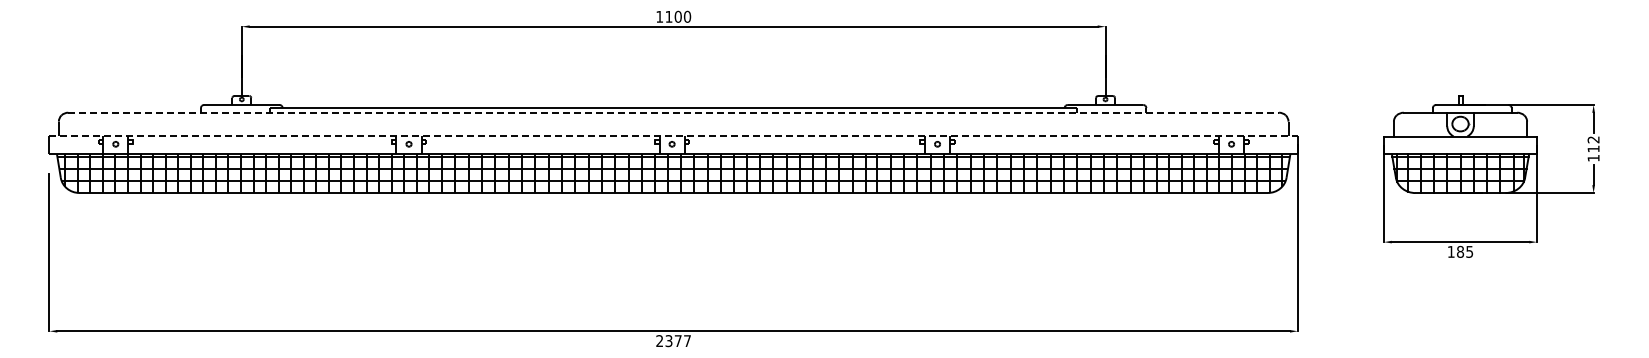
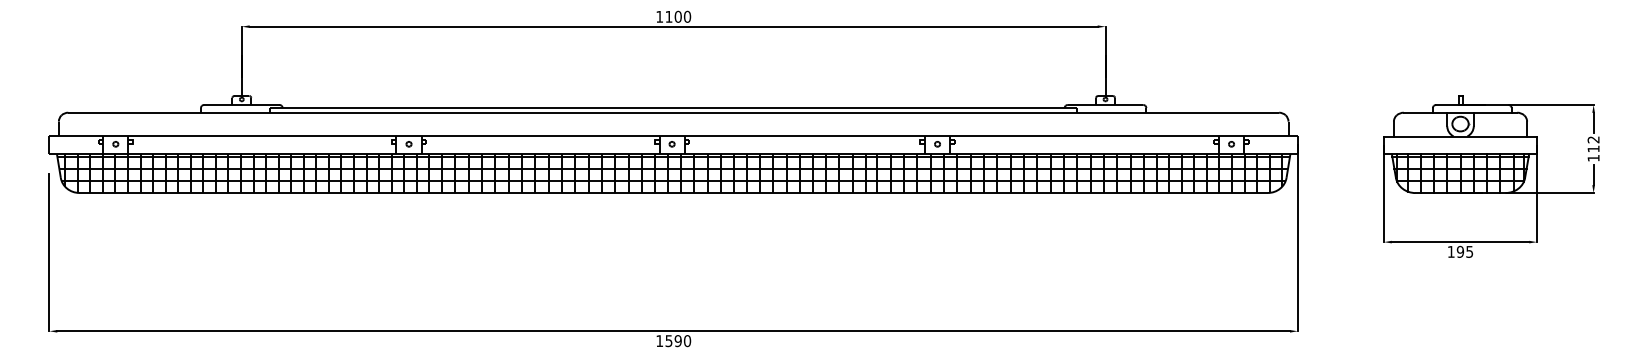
line at (674, 112): dashed -> solid
line at (674, 136): dashed -> solid
text at (1460, 251): 185 -> 195
text at (673, 341): 2377 -> 1590
